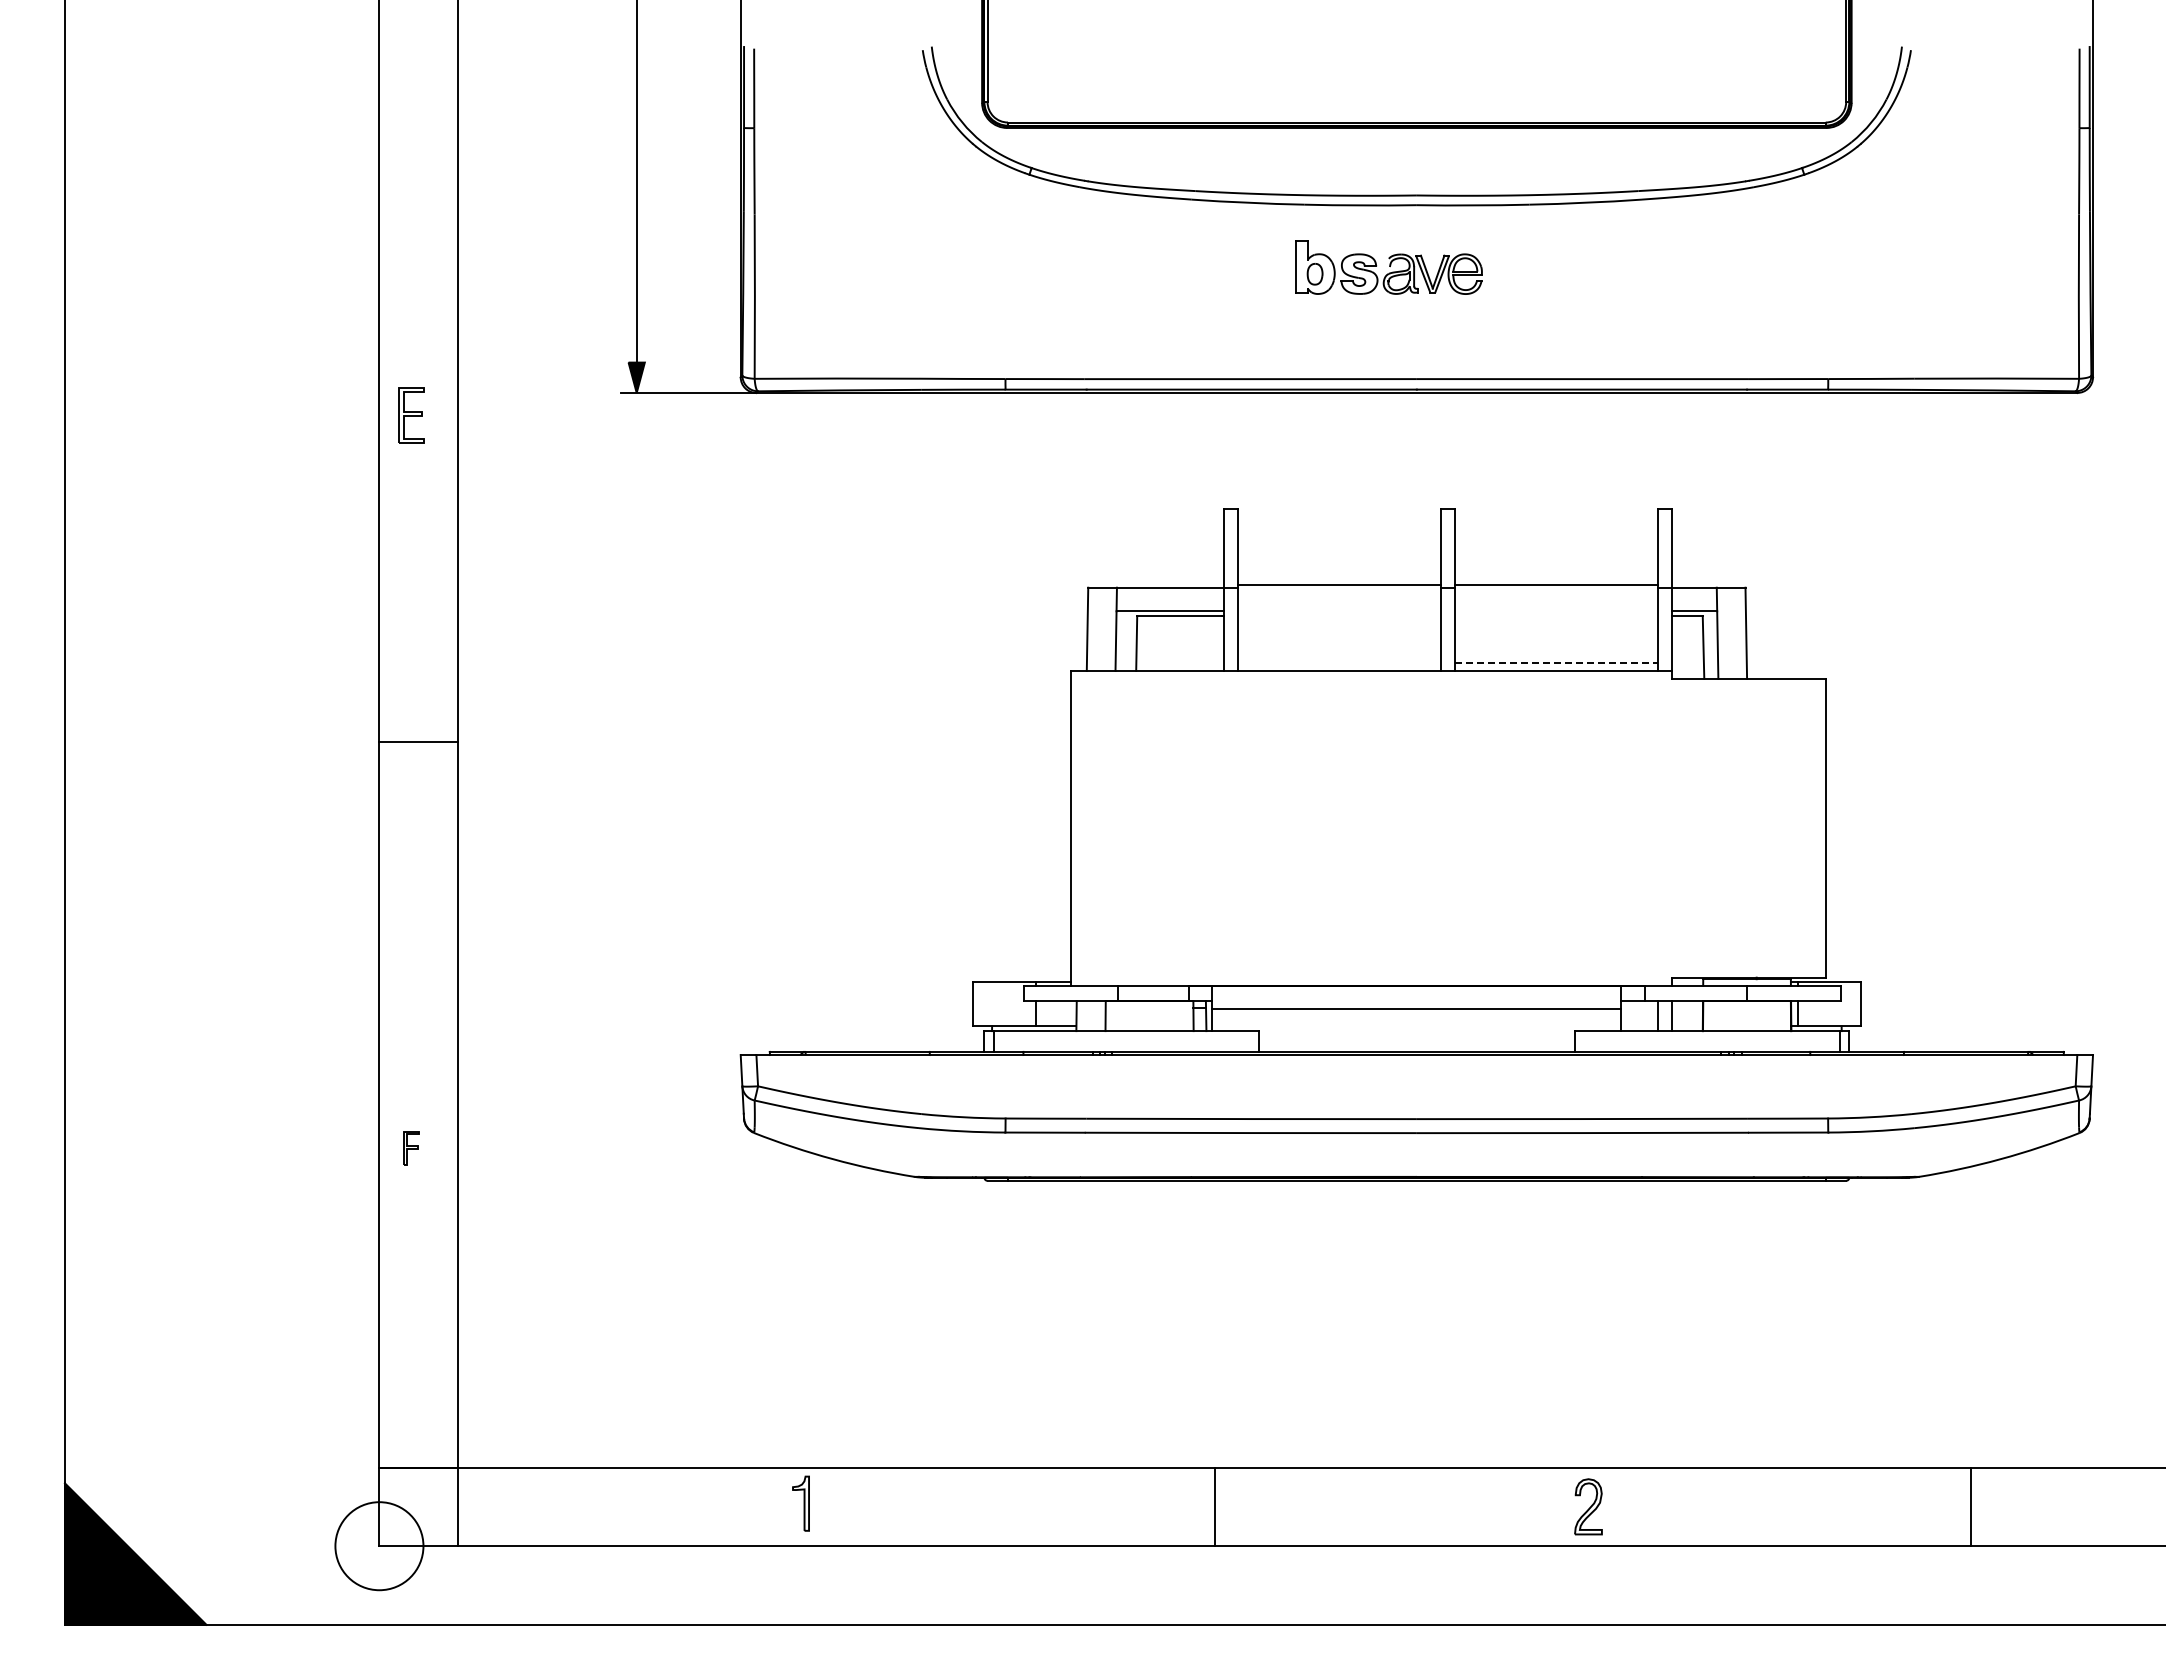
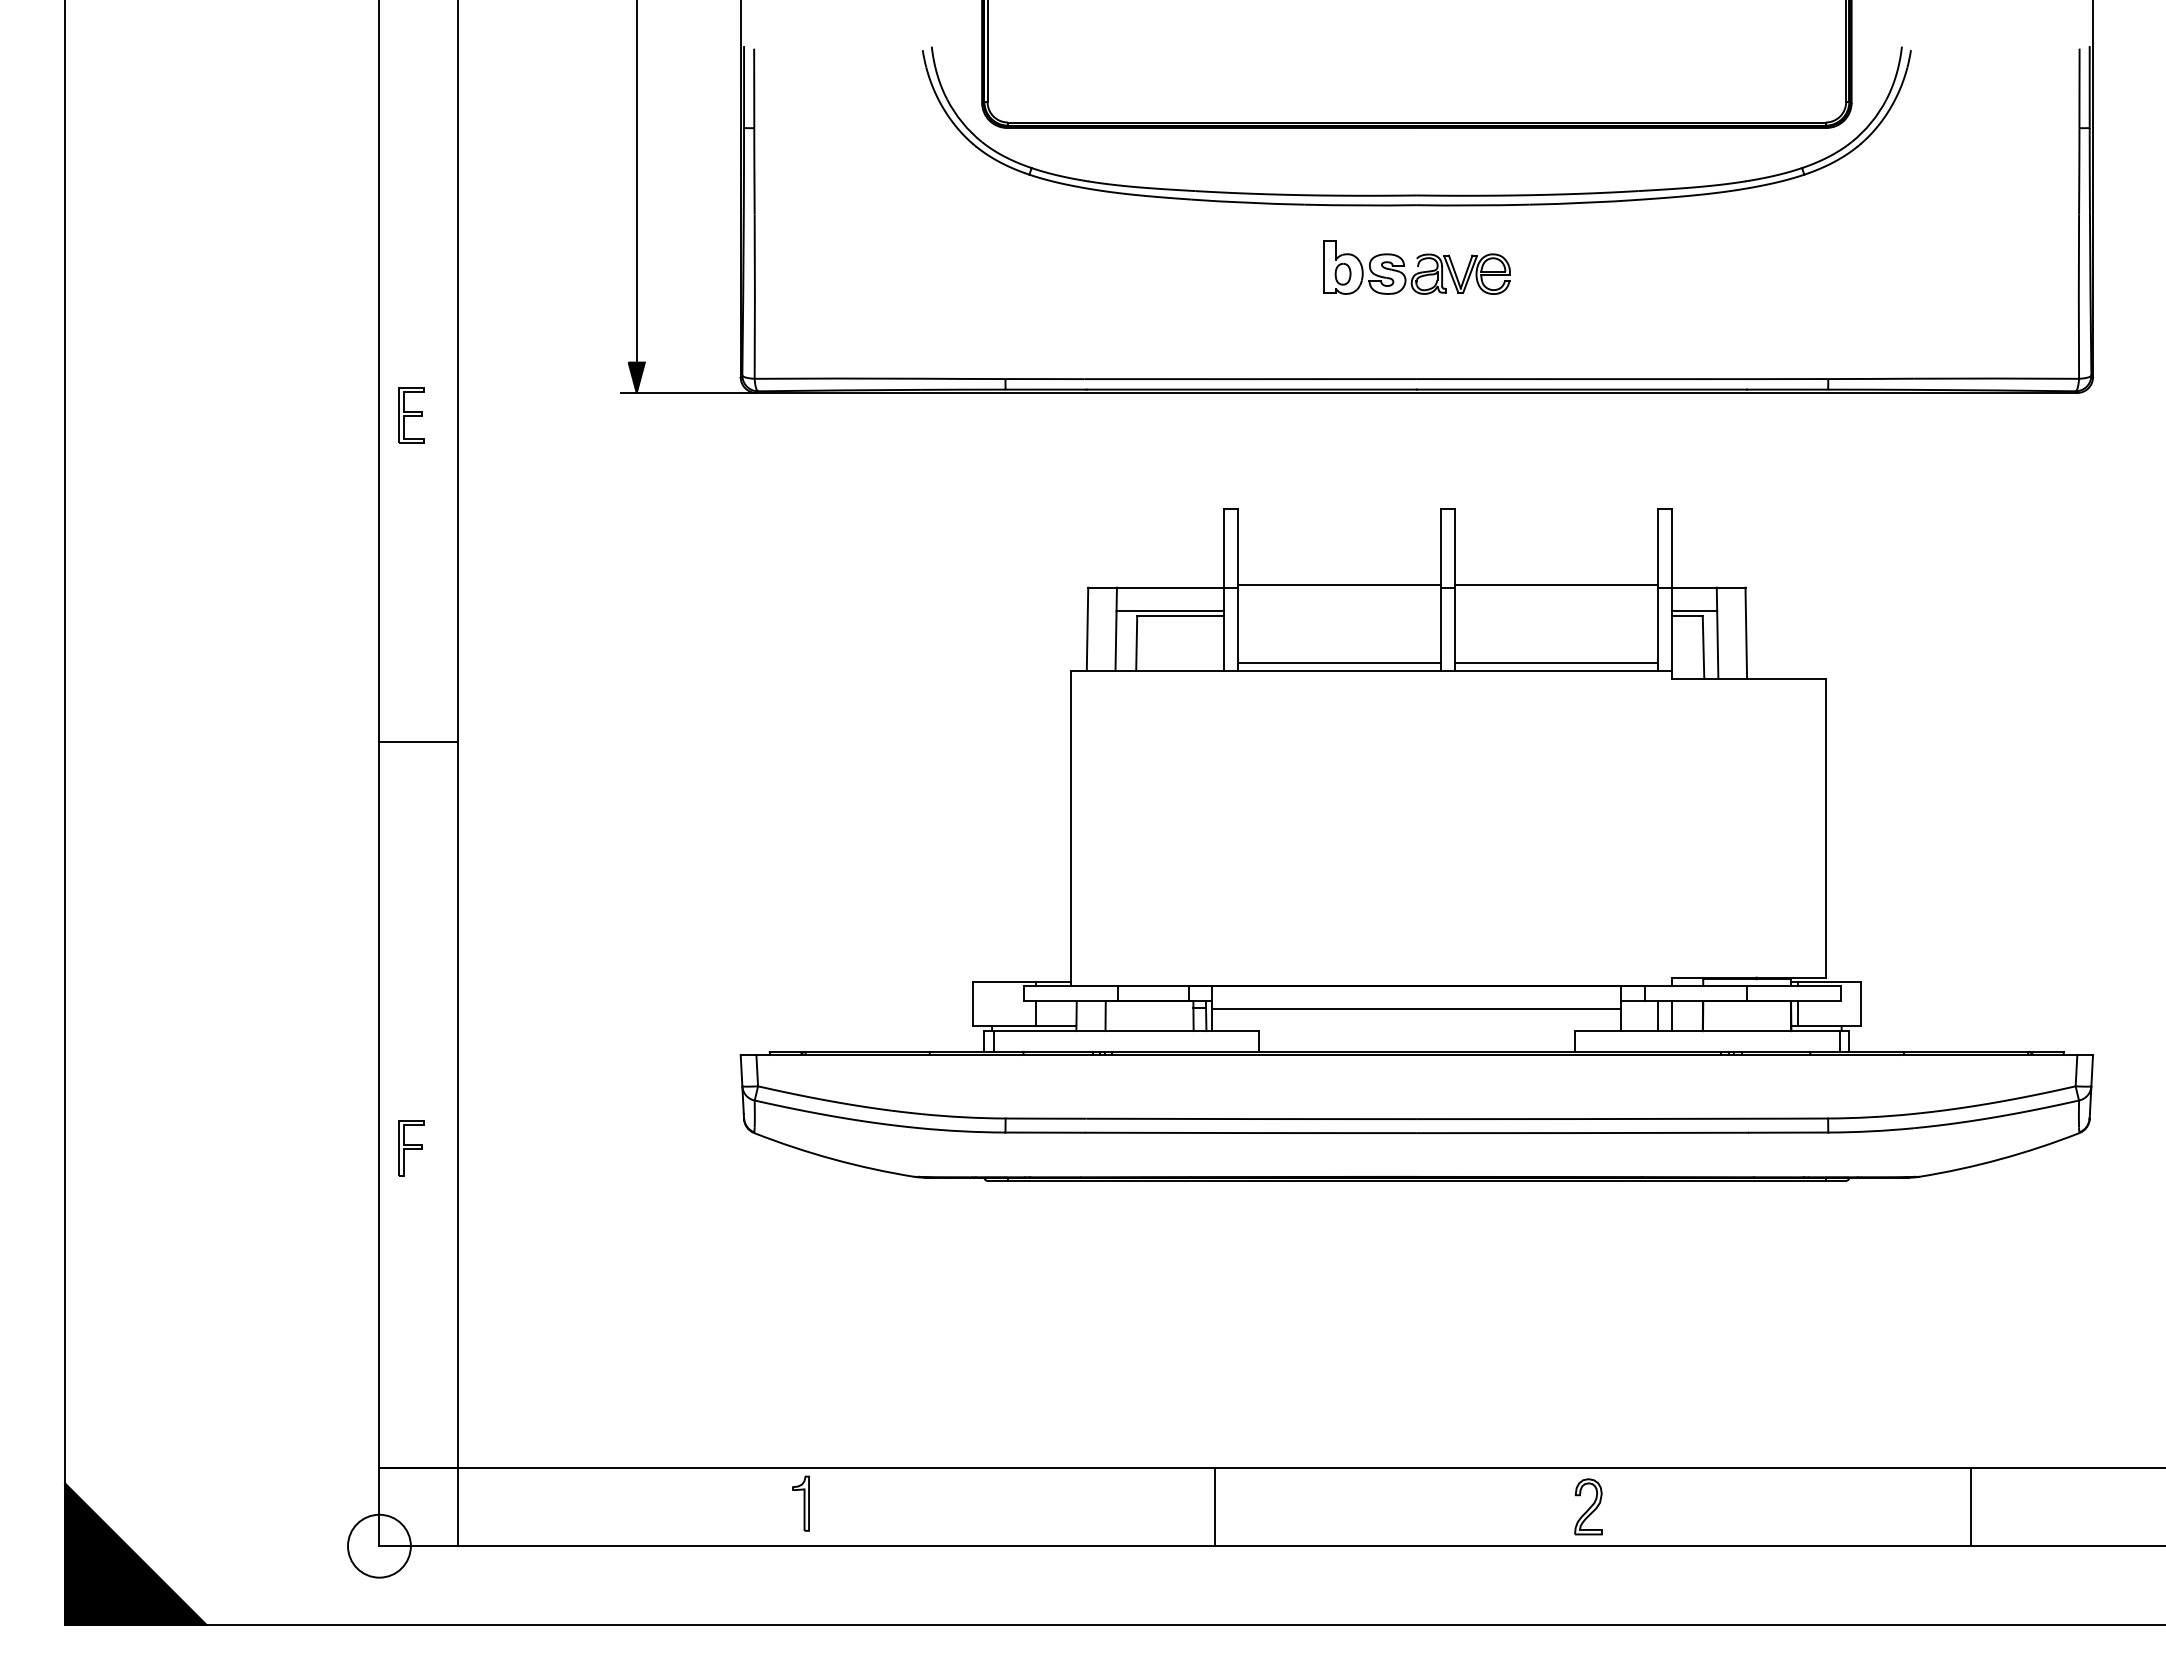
part at (1388, 267) position: (1388, 267) -> (1416, 267)
line at (1339, 663): none -> present
line at (1557, 663): dashed -> solid
part at (411, 1148) size: 17x35 px -> 27x57 px
circle at (379, 1546) diameter: 88 px -> 63 px
